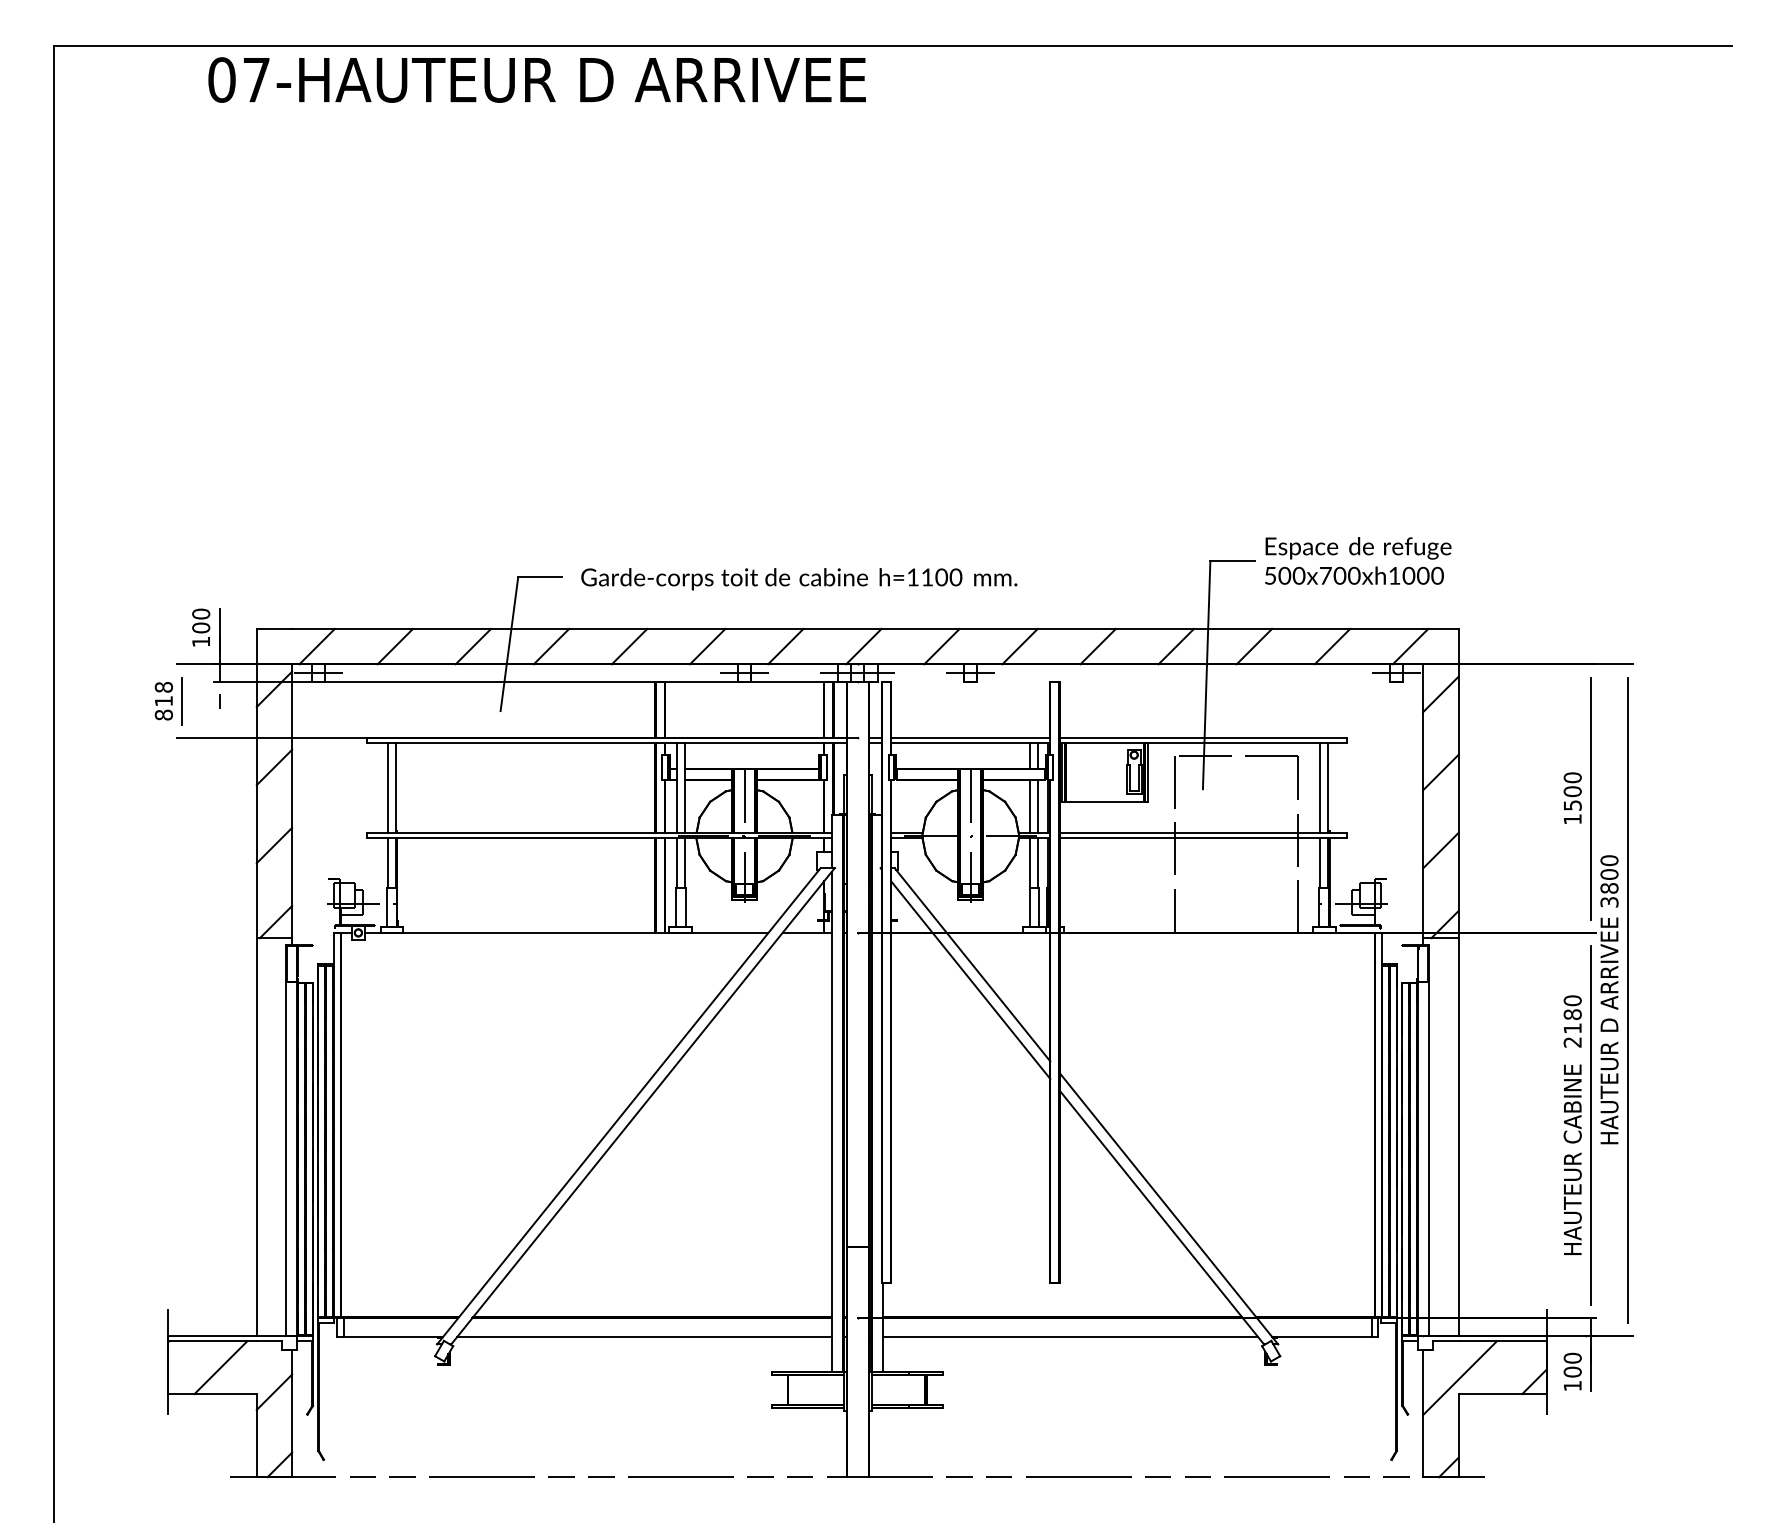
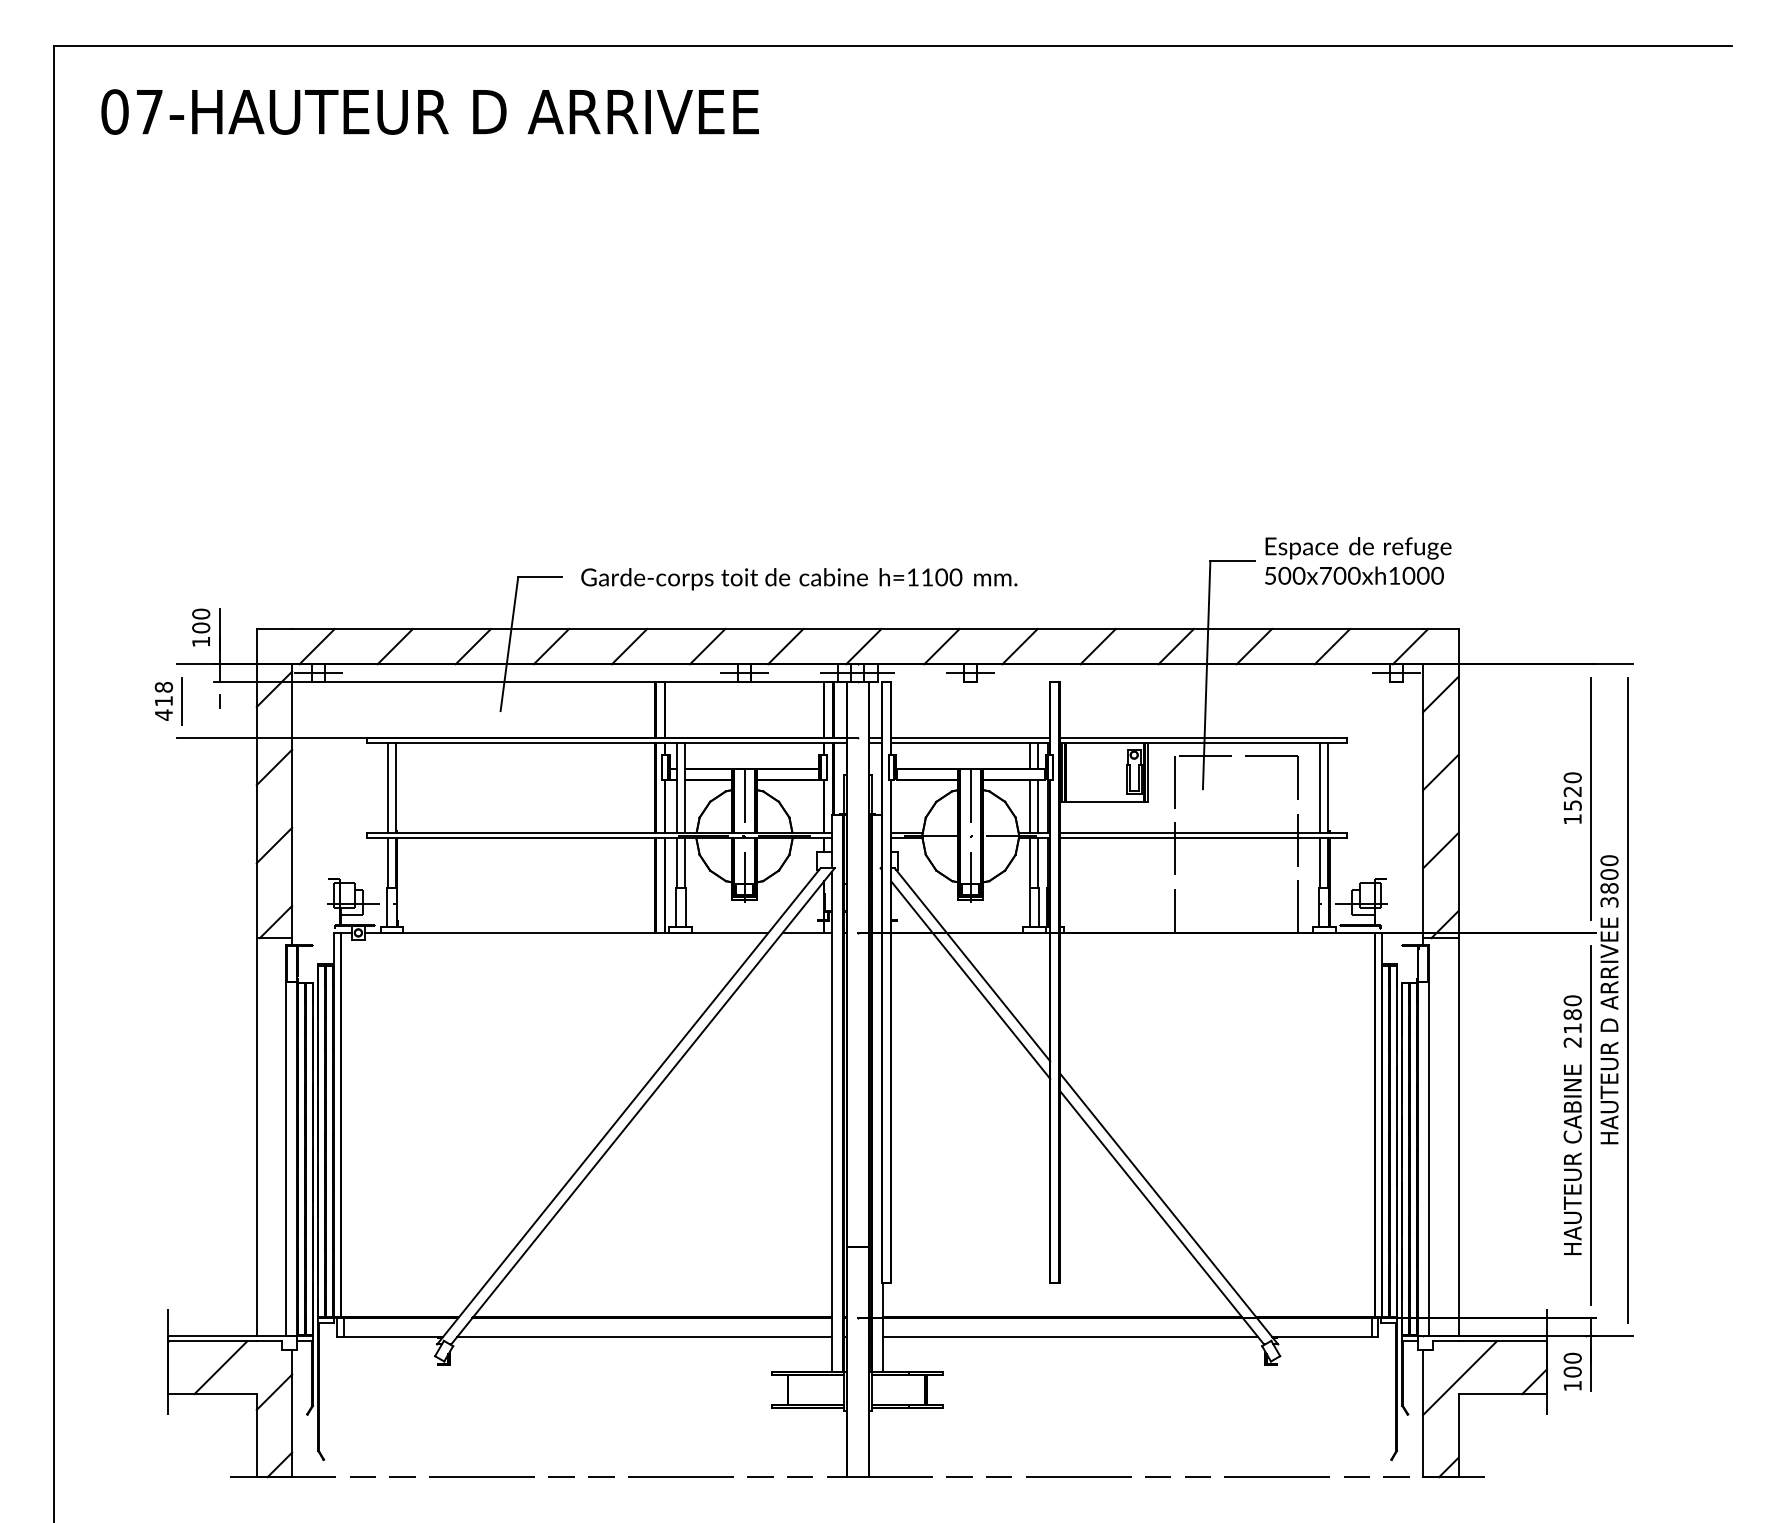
text at (536, 79) position: (536, 79) -> (429, 111)
text at (163, 714): 818 -> 418
text at (1572, 791): 1500 -> 1520
